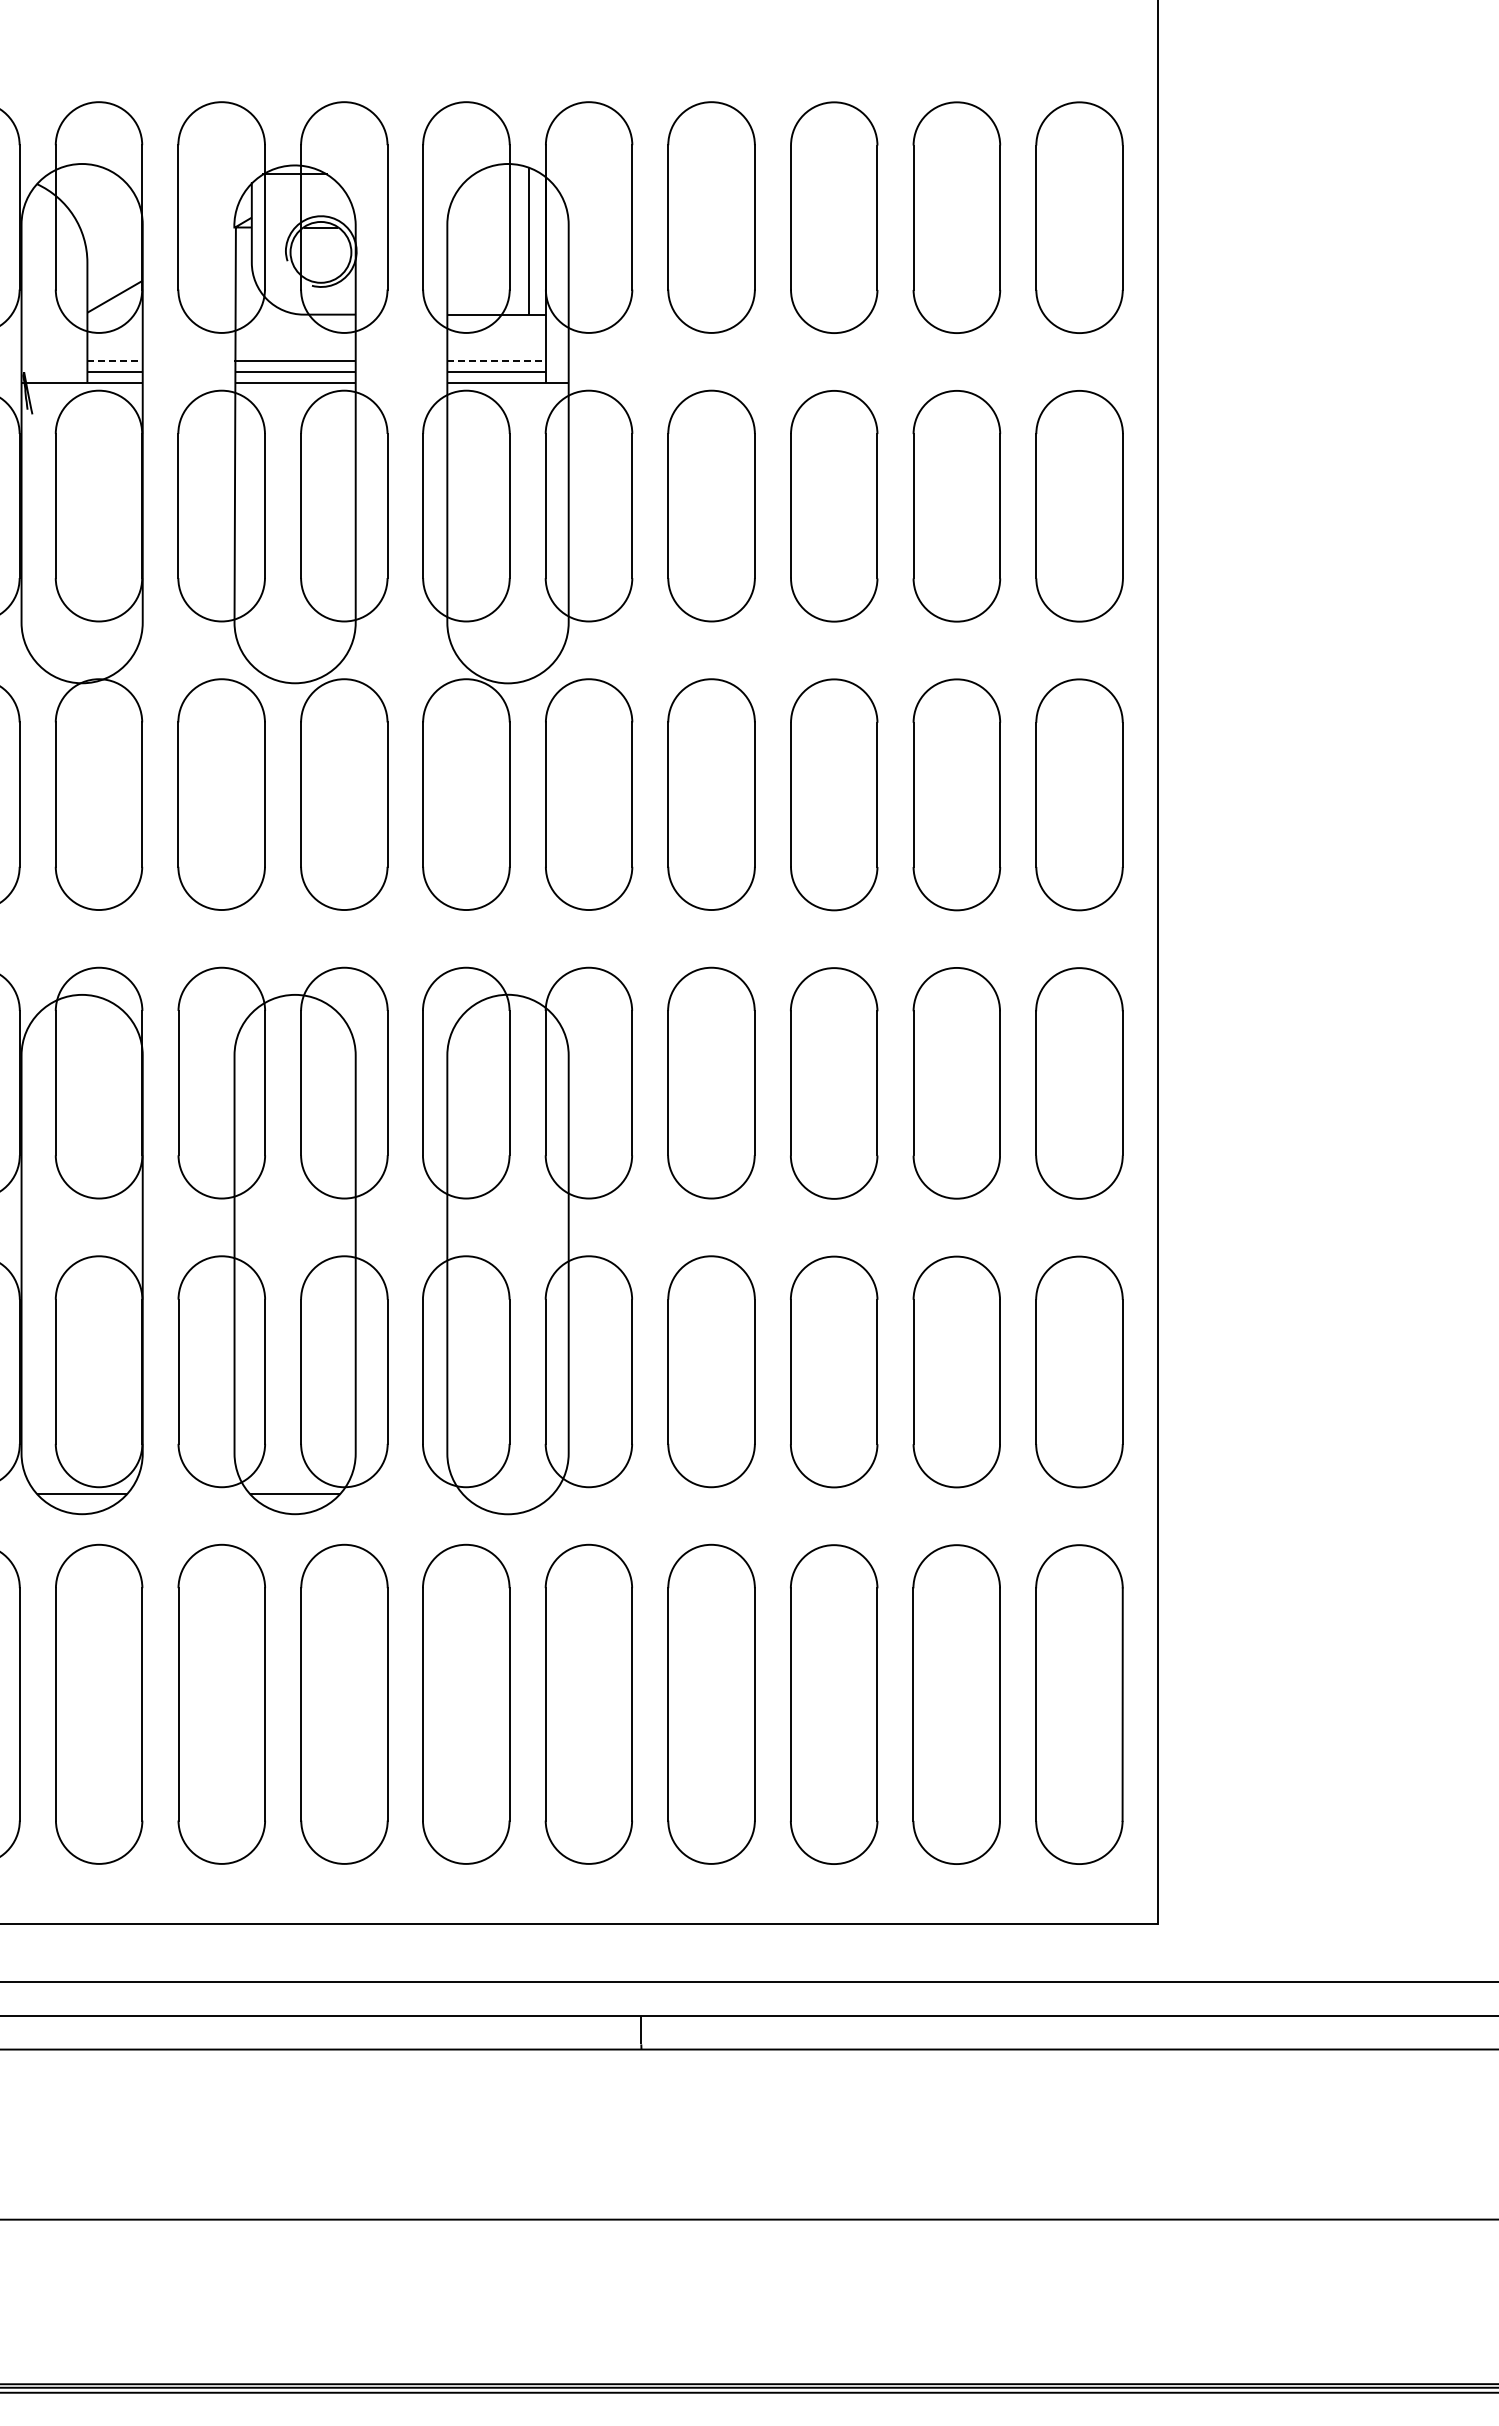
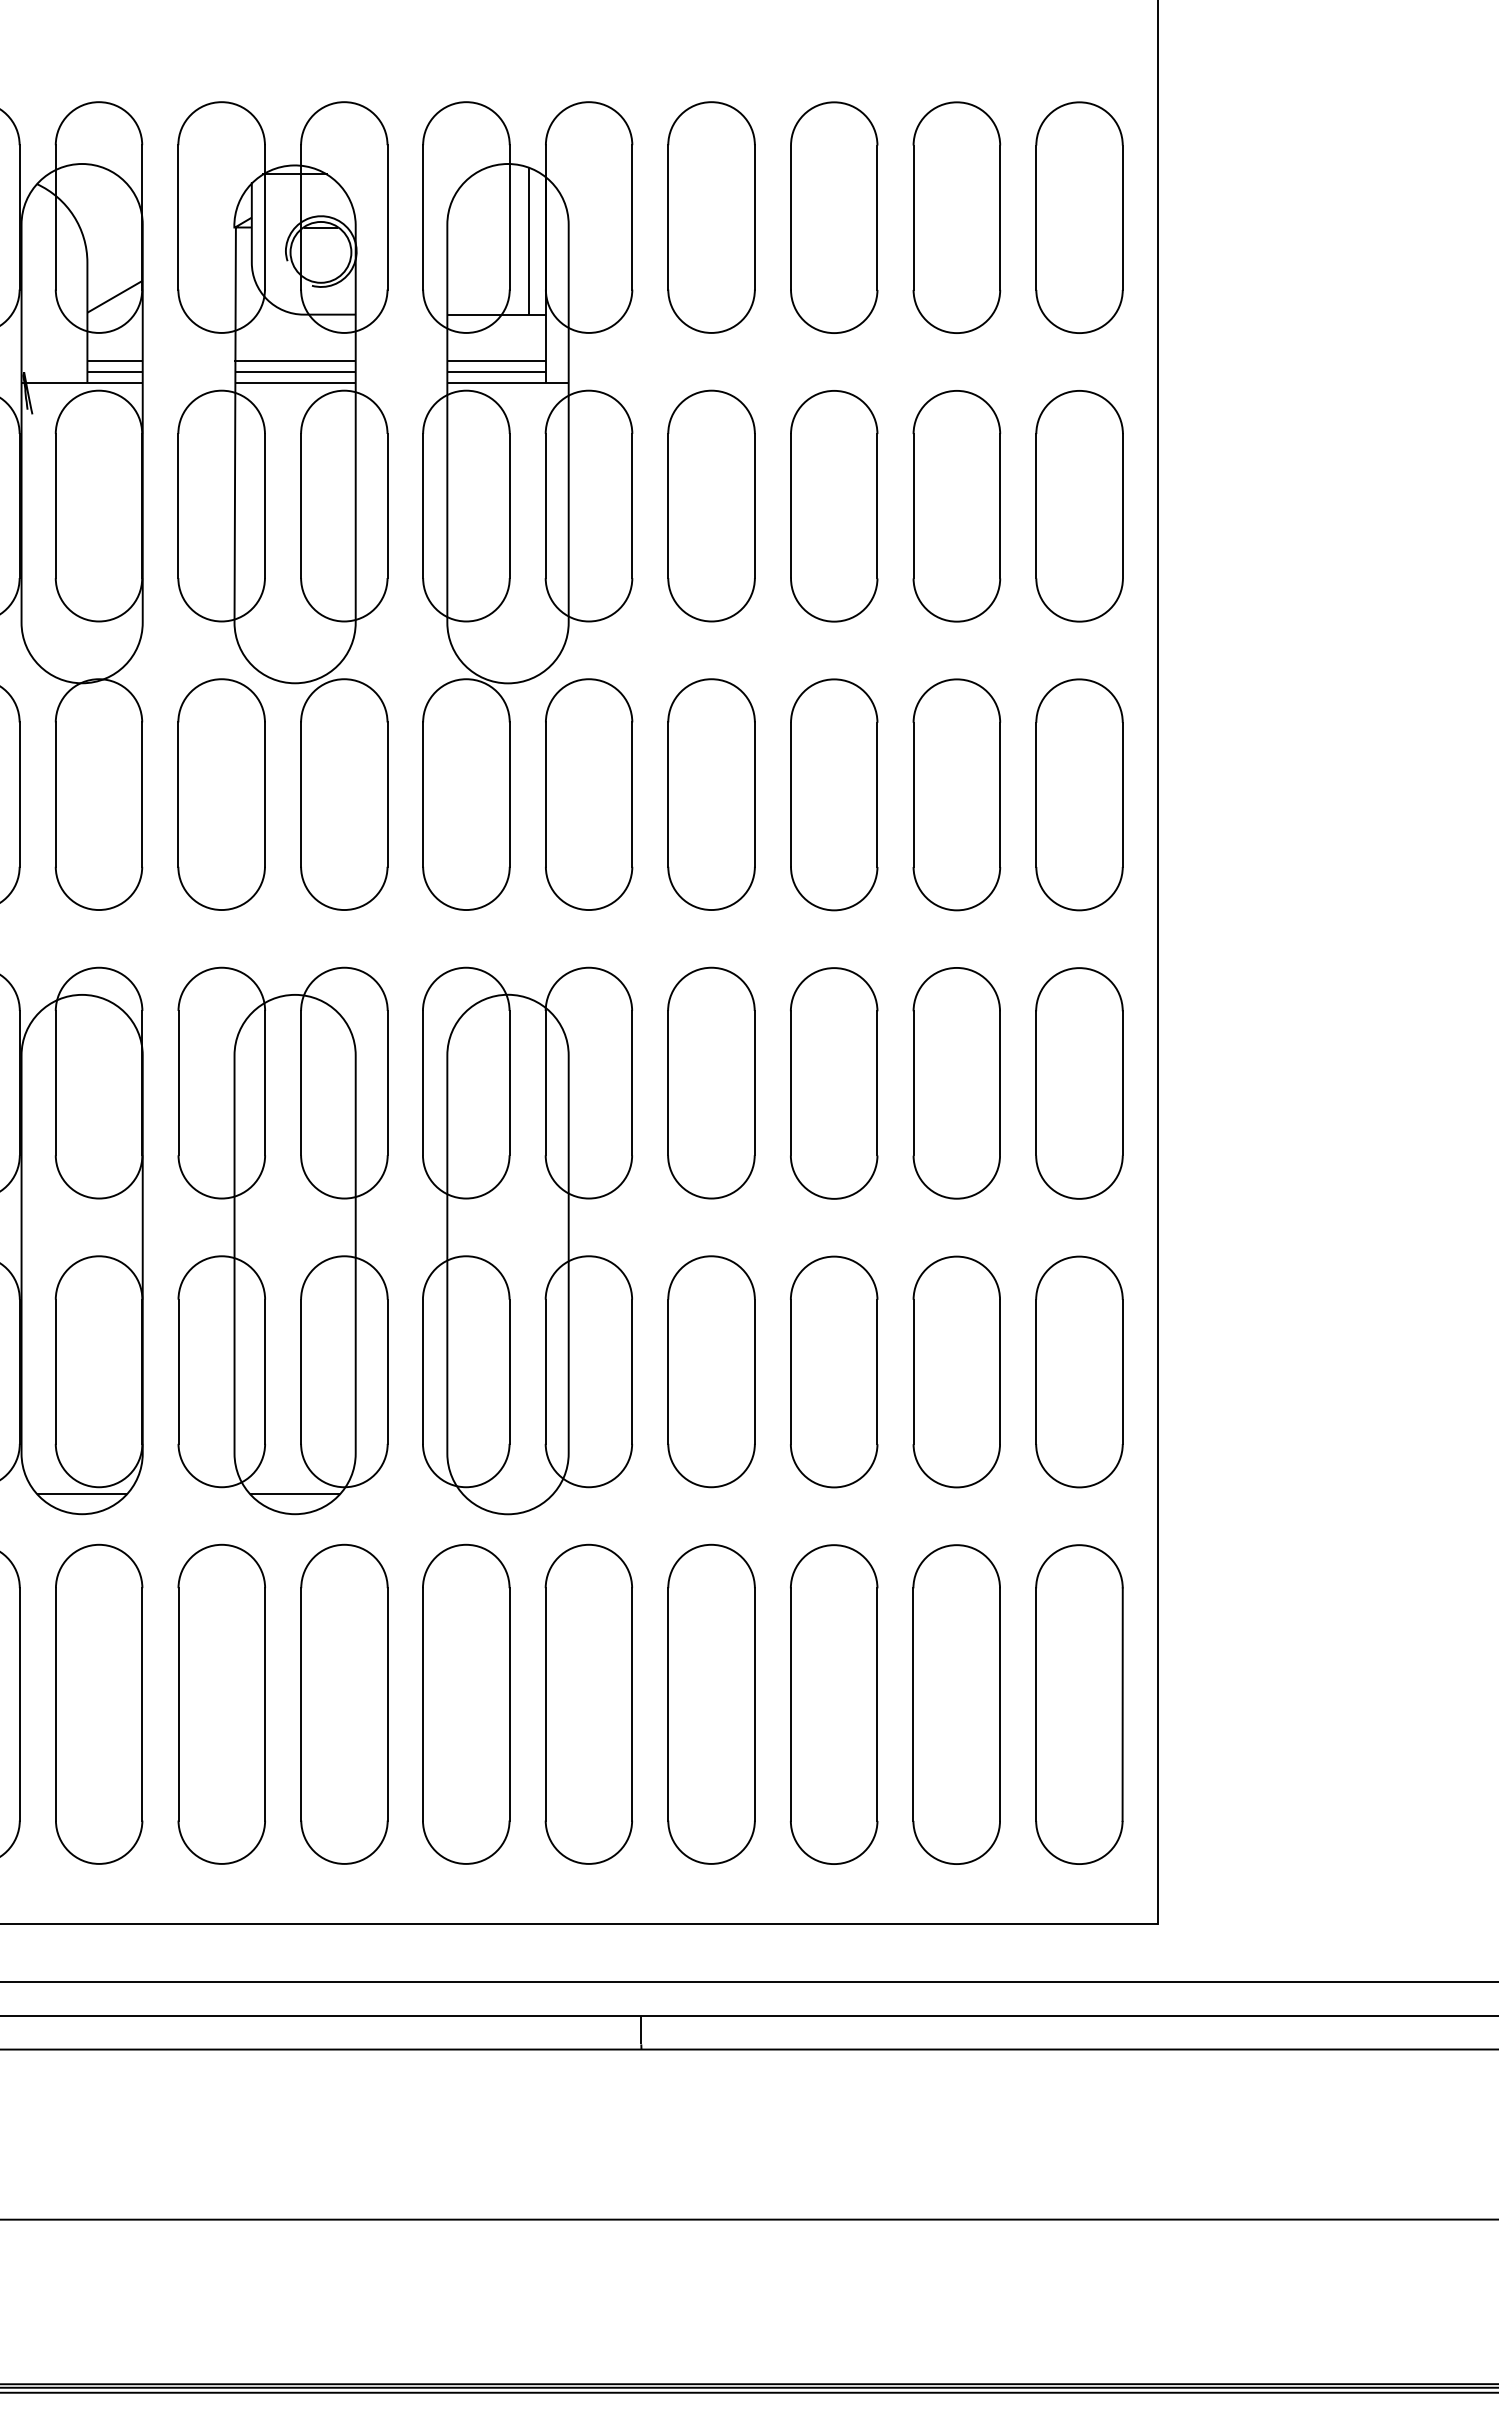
line at (115, 361): dashed -> solid
line at (497, 361): dashed -> solid
